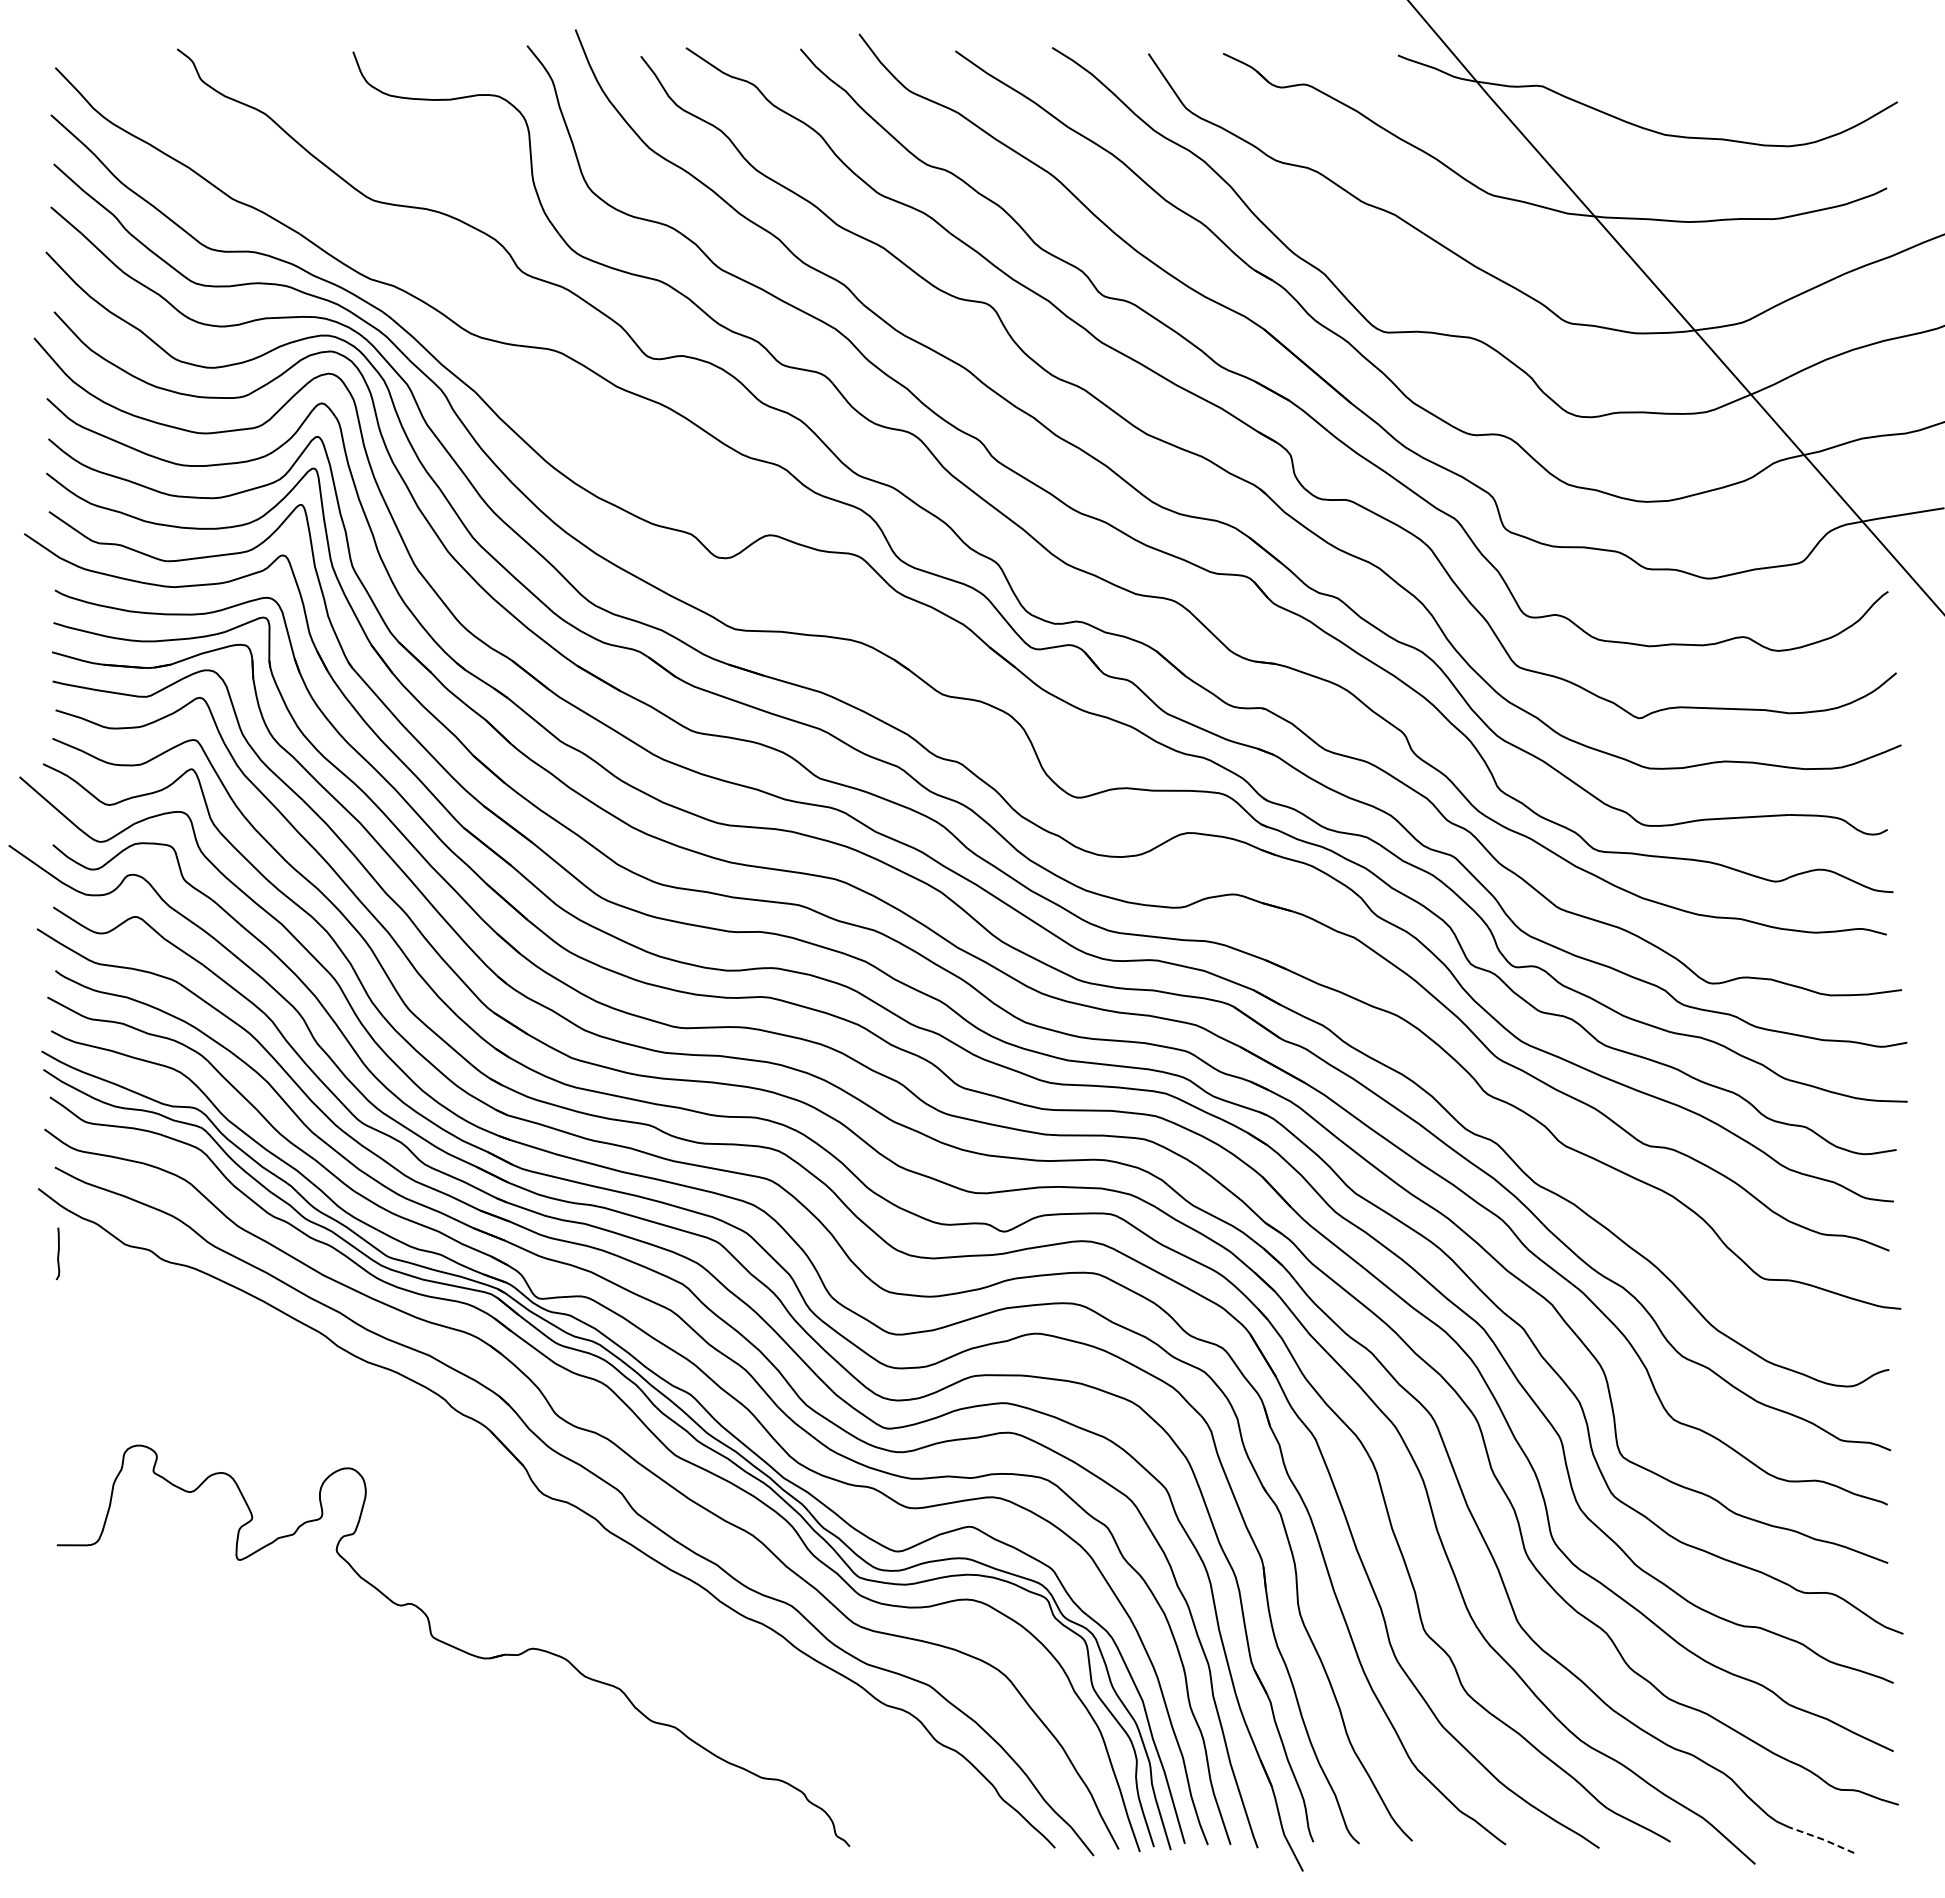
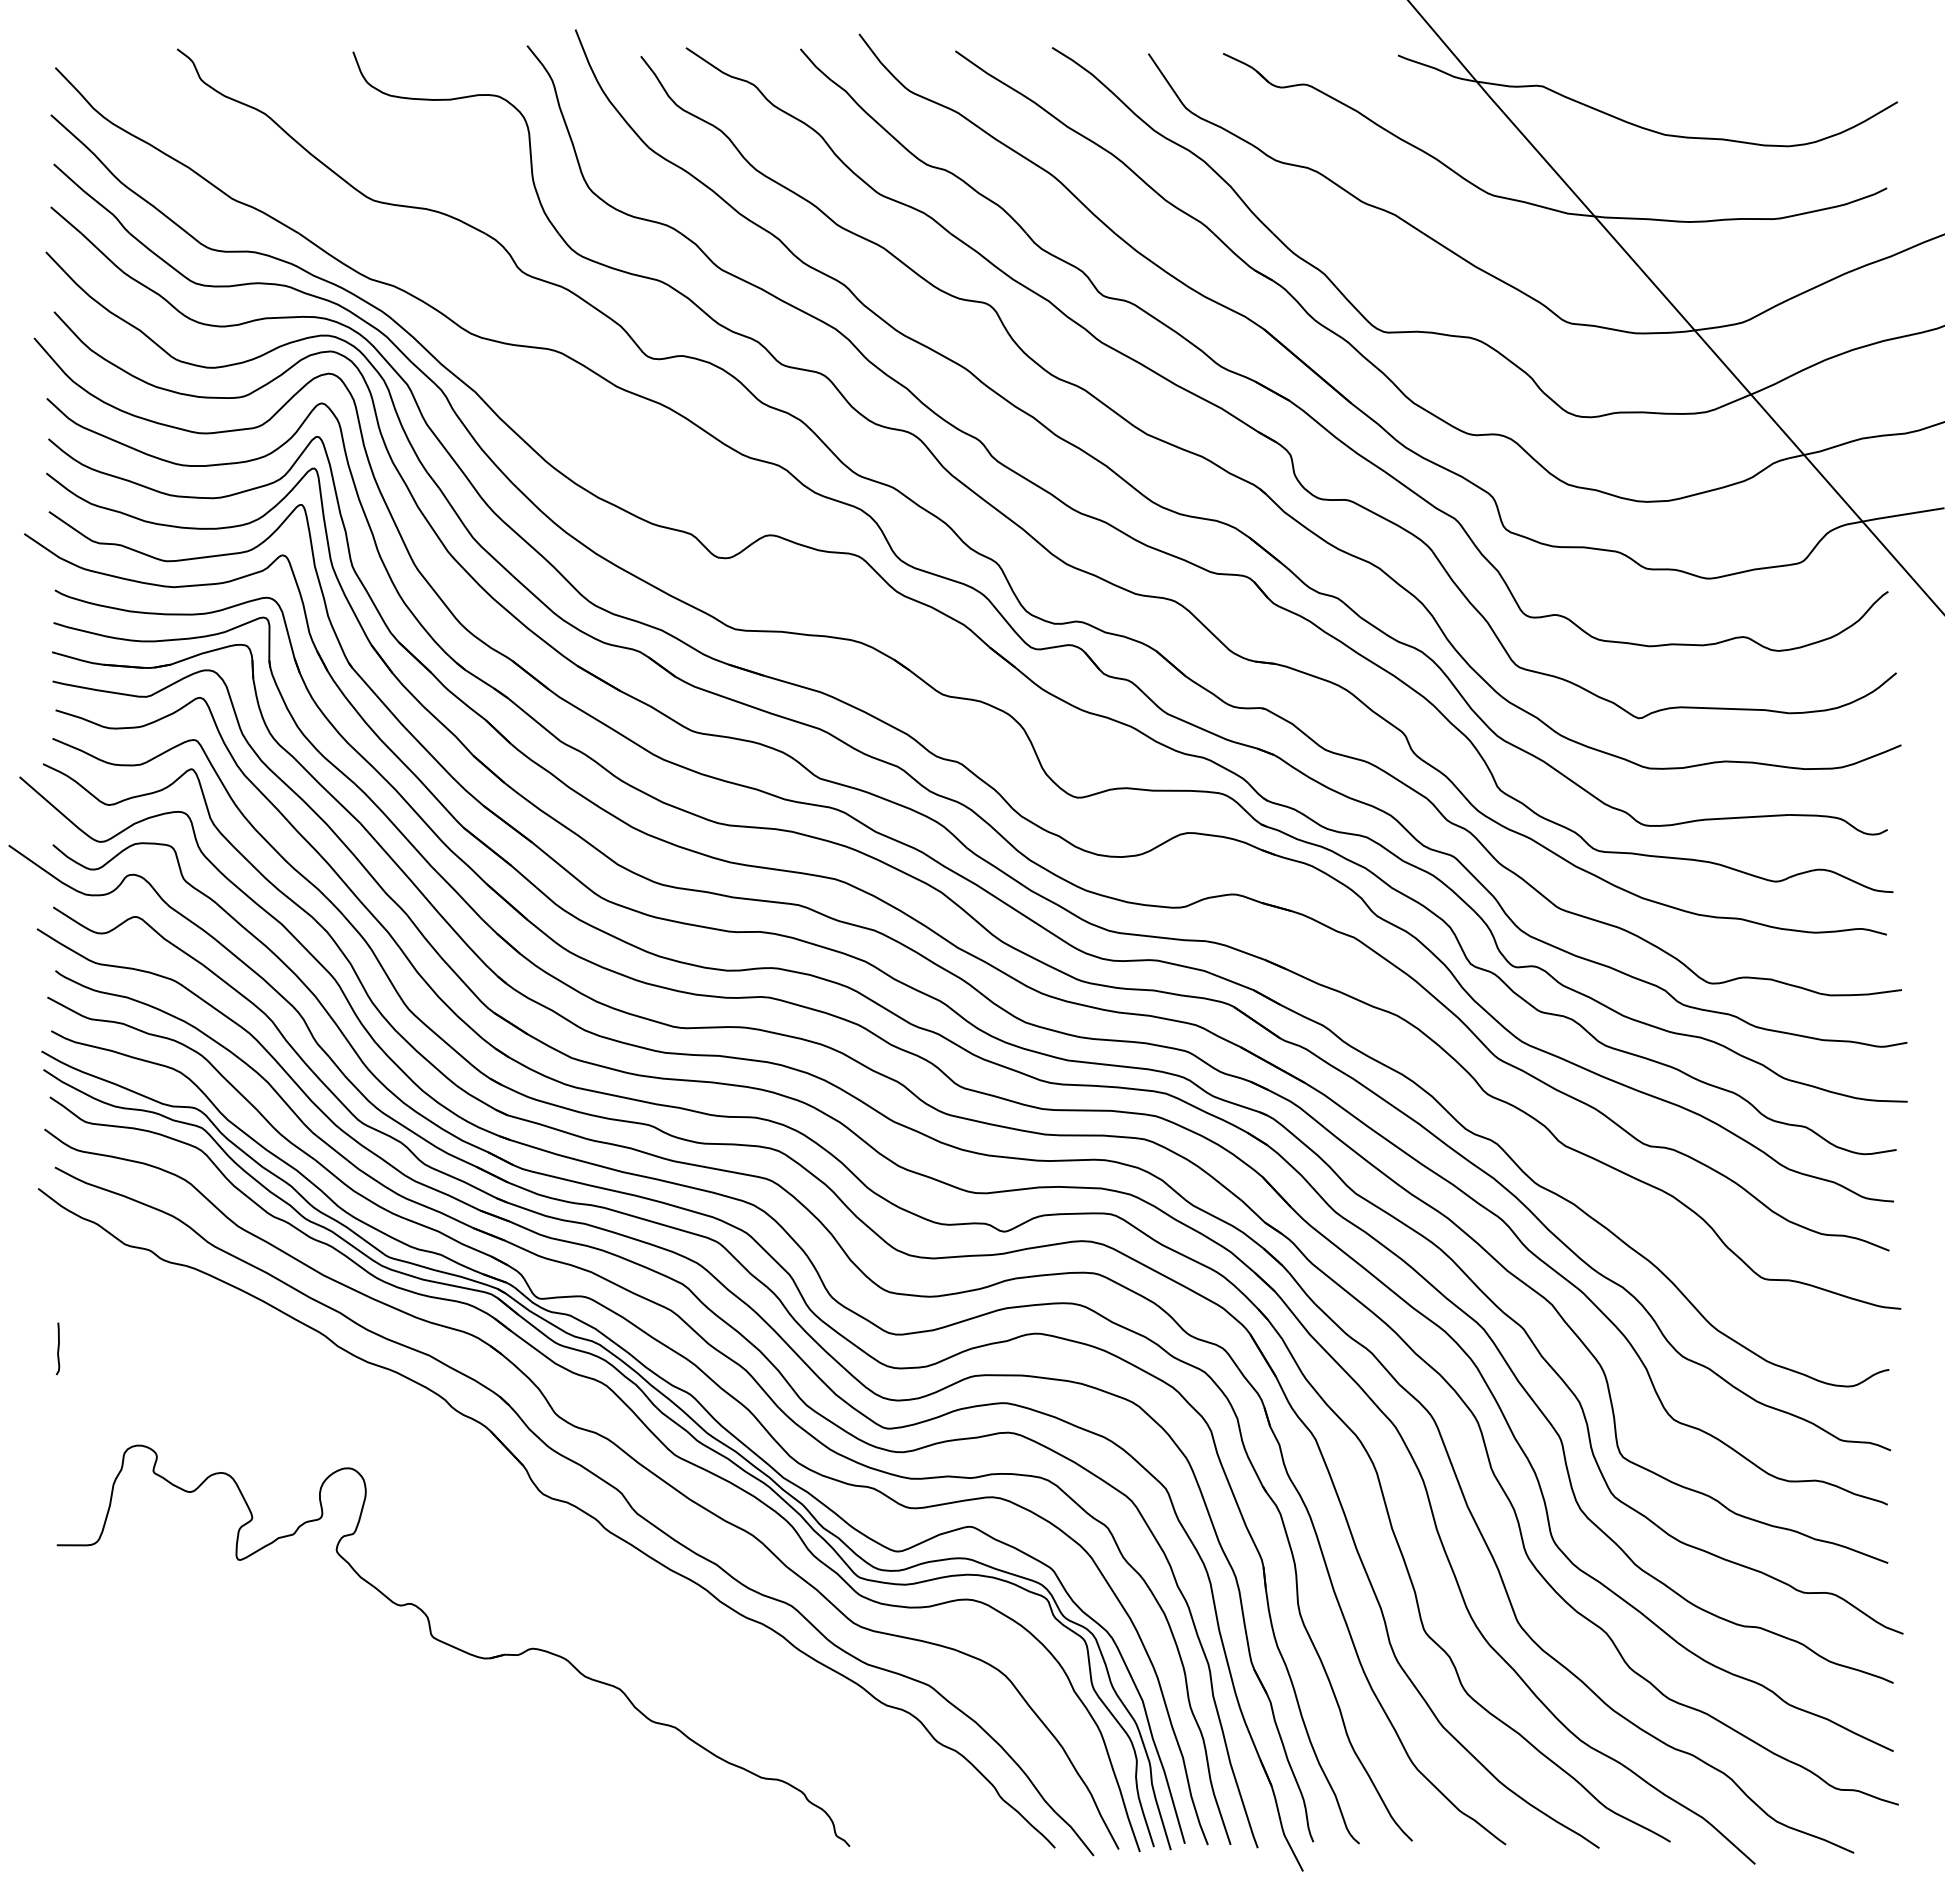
curve at (57, 1253) position: (57, 1253) -> (57, 1348)
line at (1822, 1839): dashed -> solid
